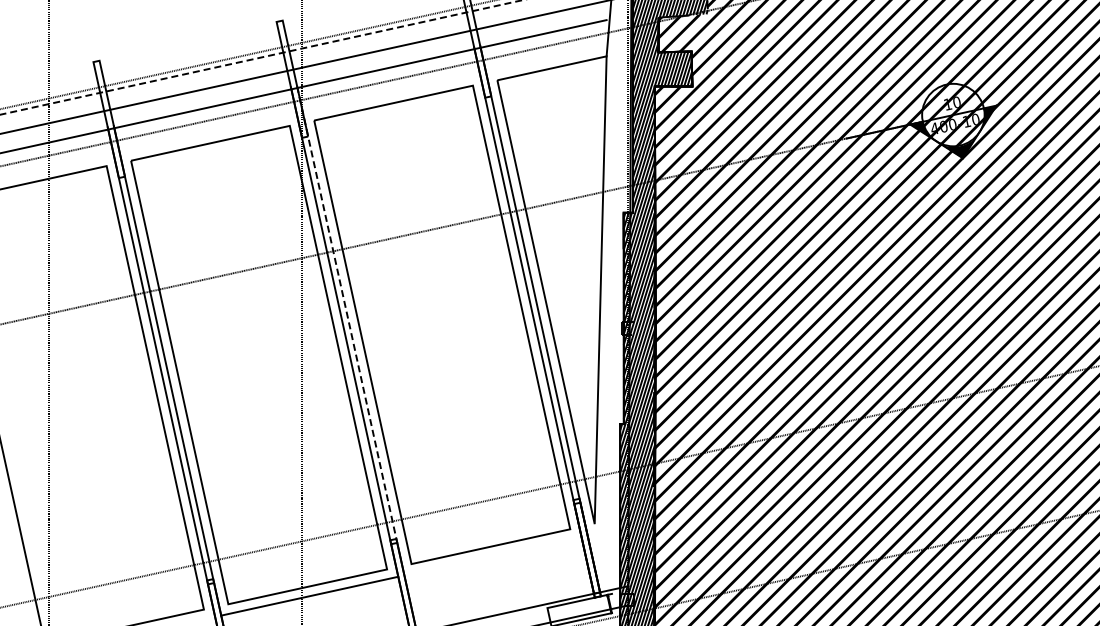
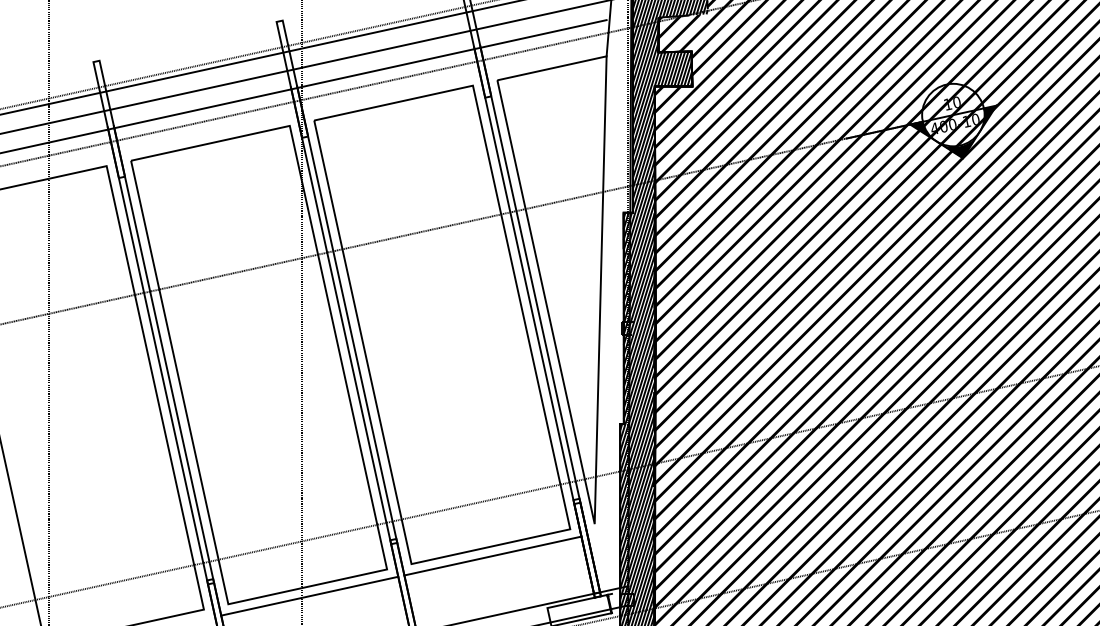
line at (262, 57): dashed -> solid
line at (347, 314): dashed -> solid
line at (492, 555): none -> present
